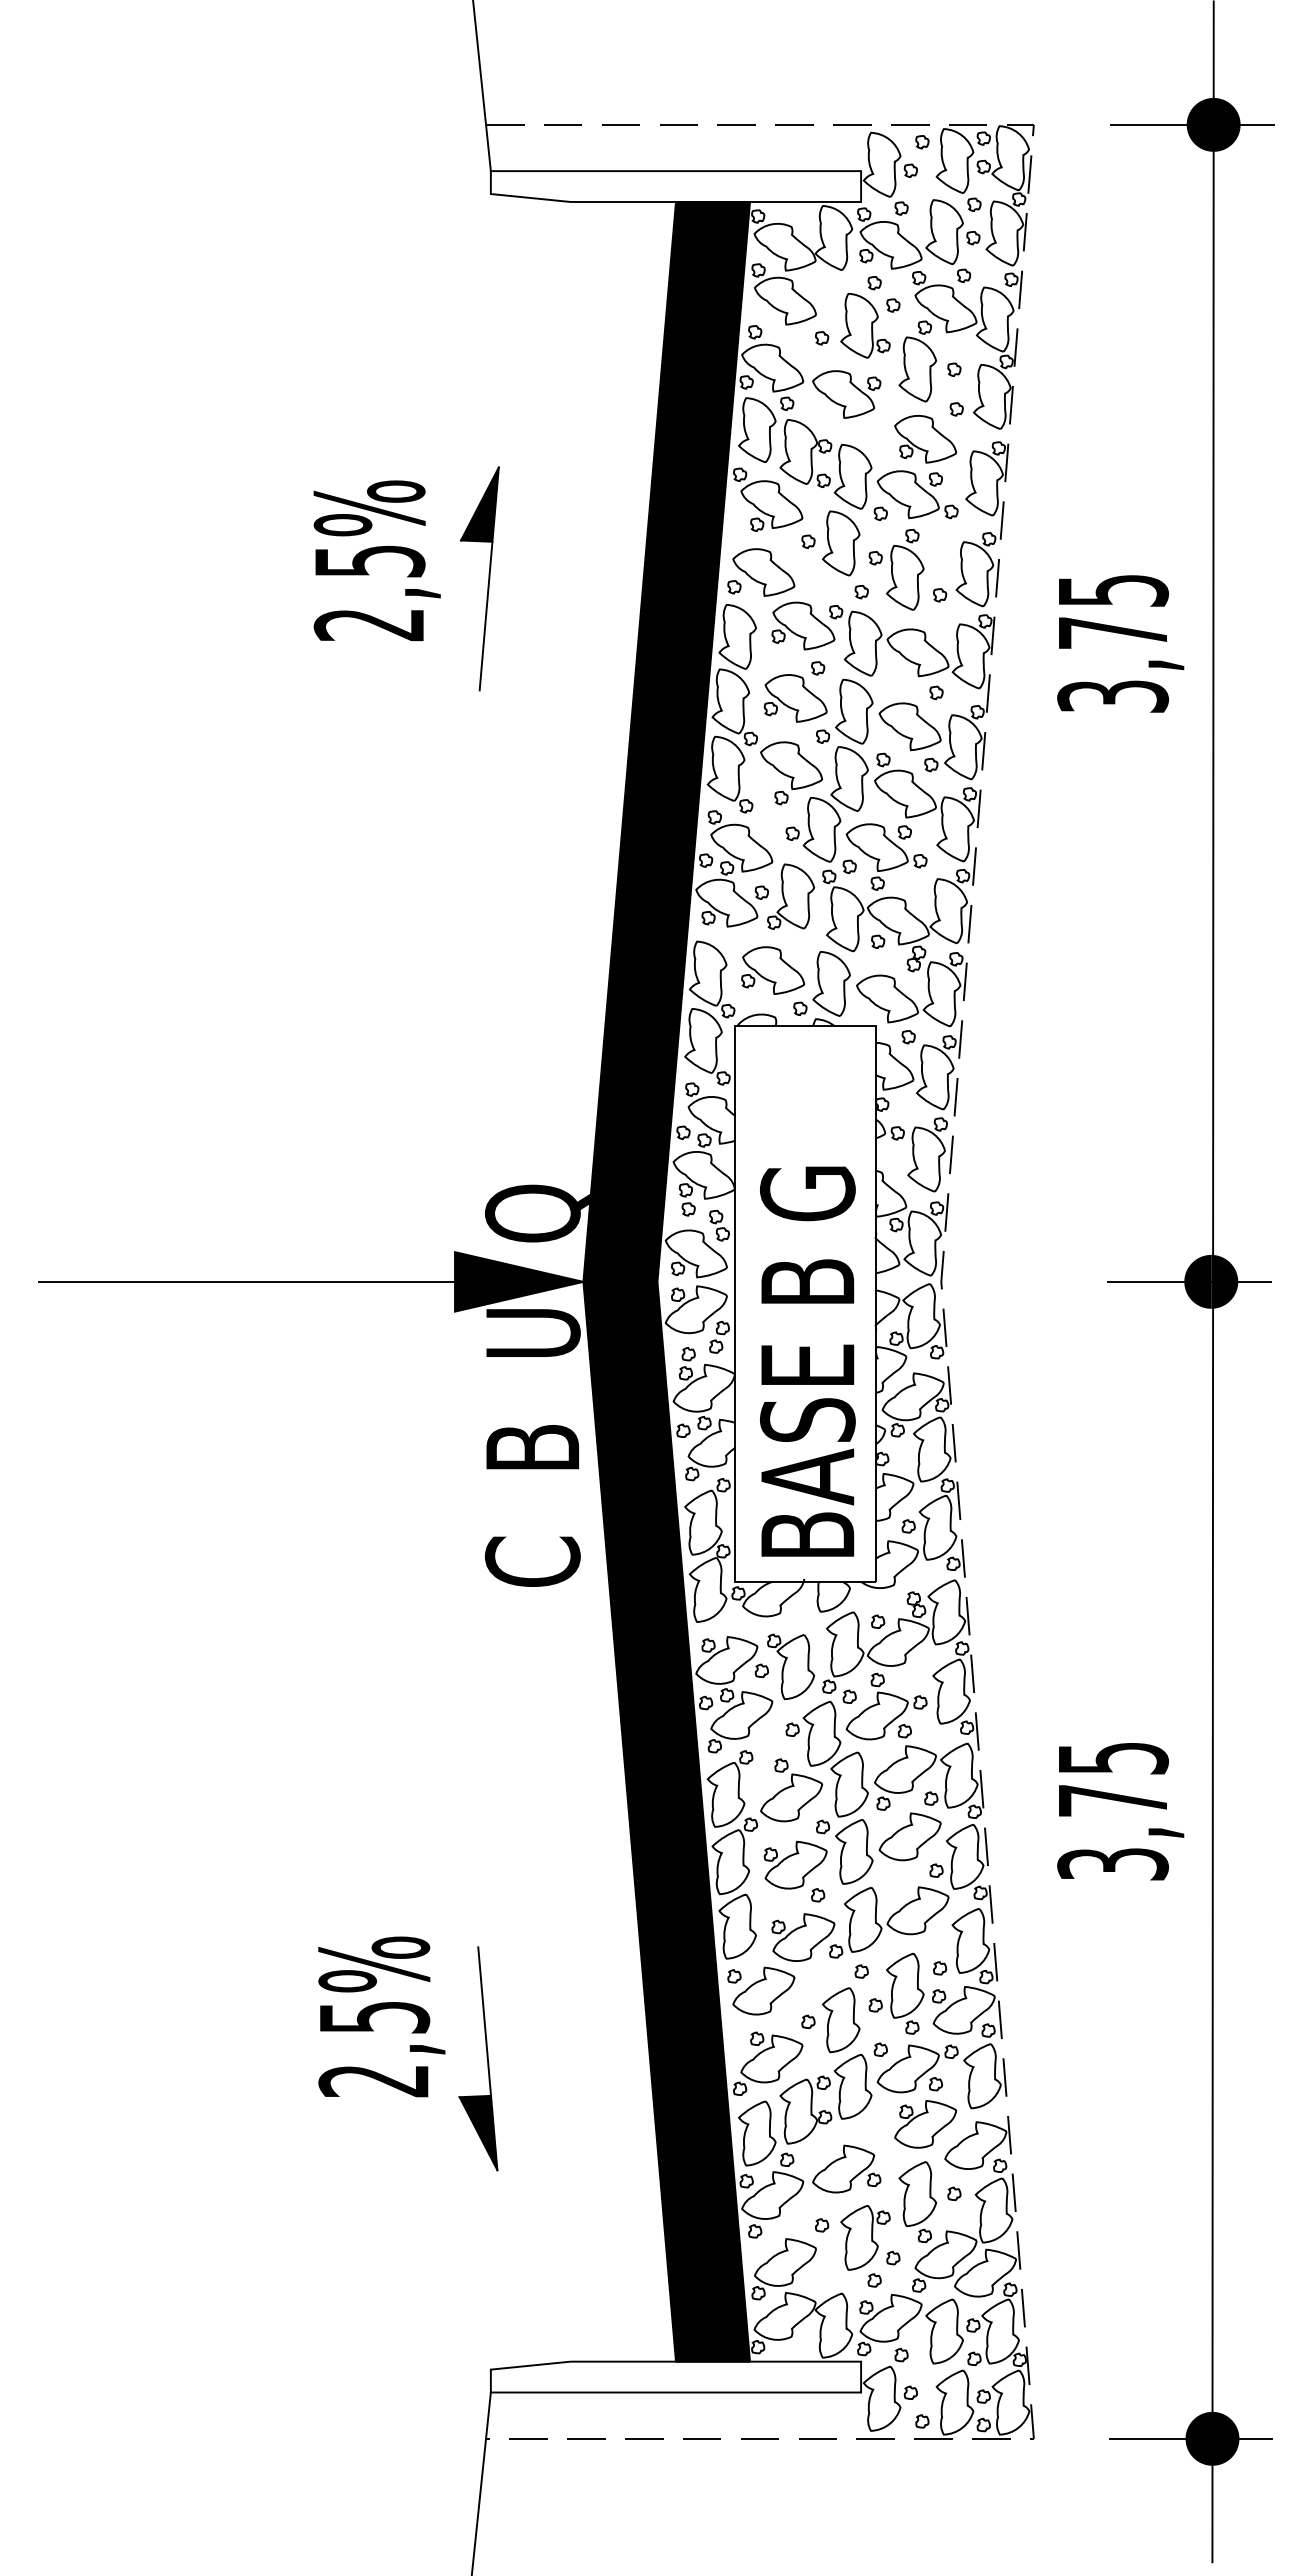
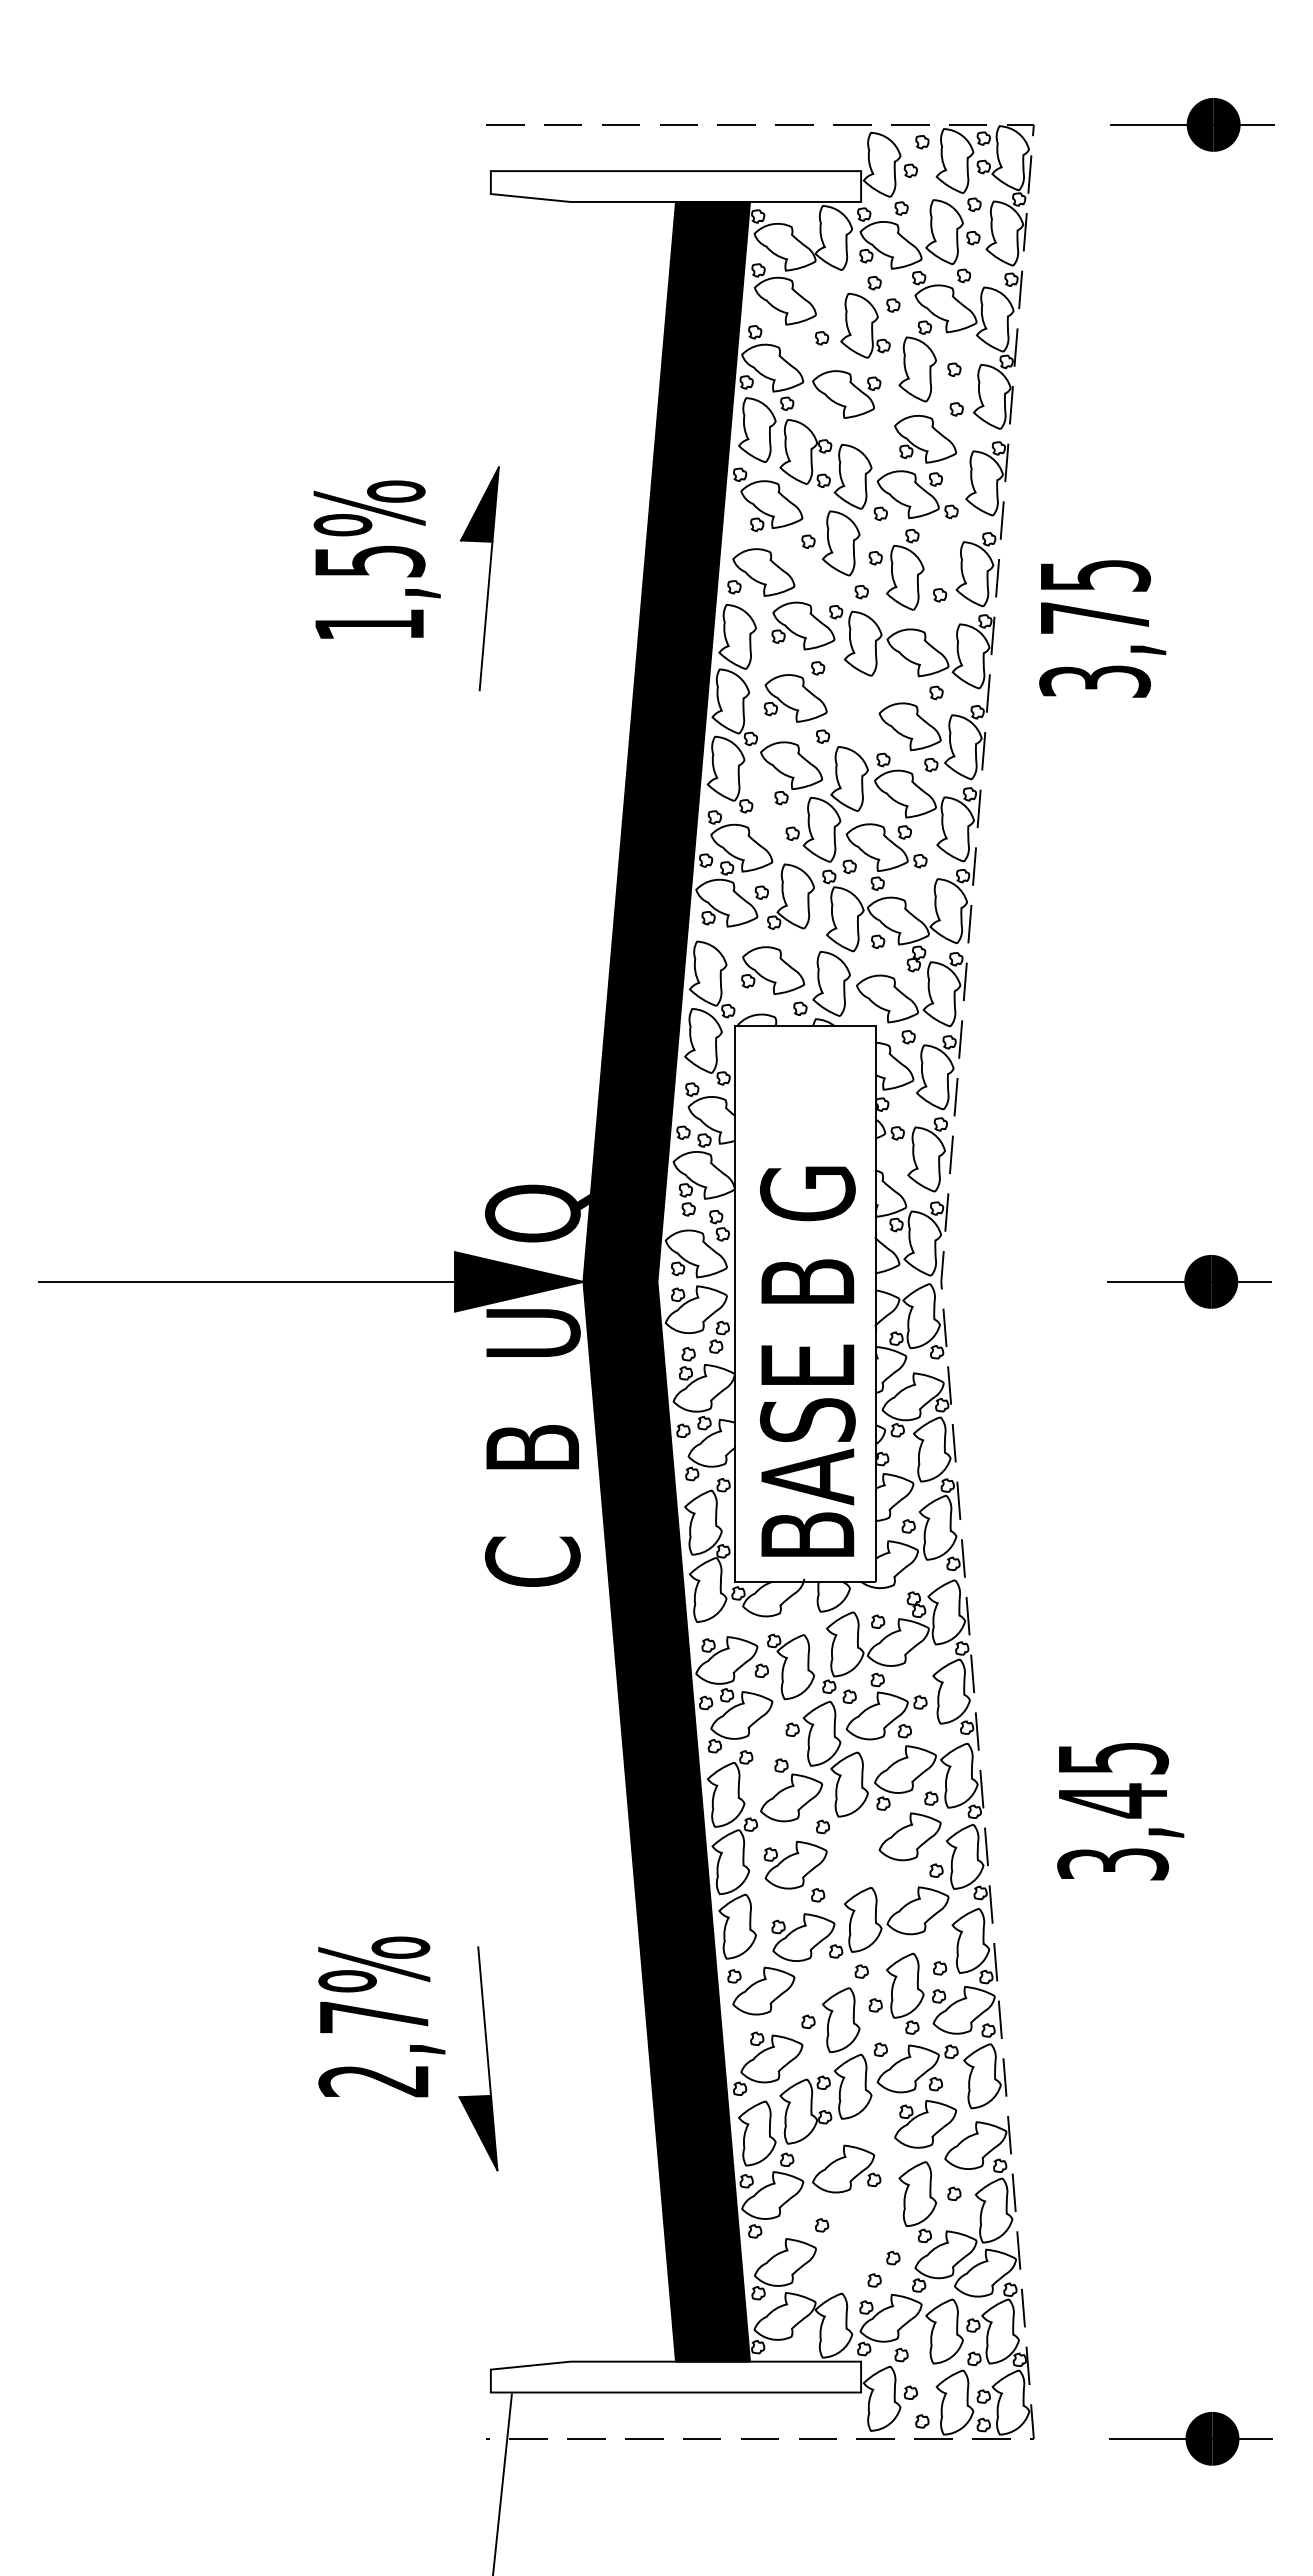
line at (481, 86): present -> none
text at (368, 625): 2,5% -> 1,5%
text at (1120, 643) position: (1120, 643) -> (1102, 628)
part at (854, 711): present -> none
line at (1212, 1282): present -> none
text at (1112, 1800): 3,75 -> 3,45
part at (854, 1851): present -> none
text at (375, 2017): 2,5% -> 2,7%
part at (865, 2237): present -> none
line at (481, 2482) position: (481, 2482) -> (502, 2483)
